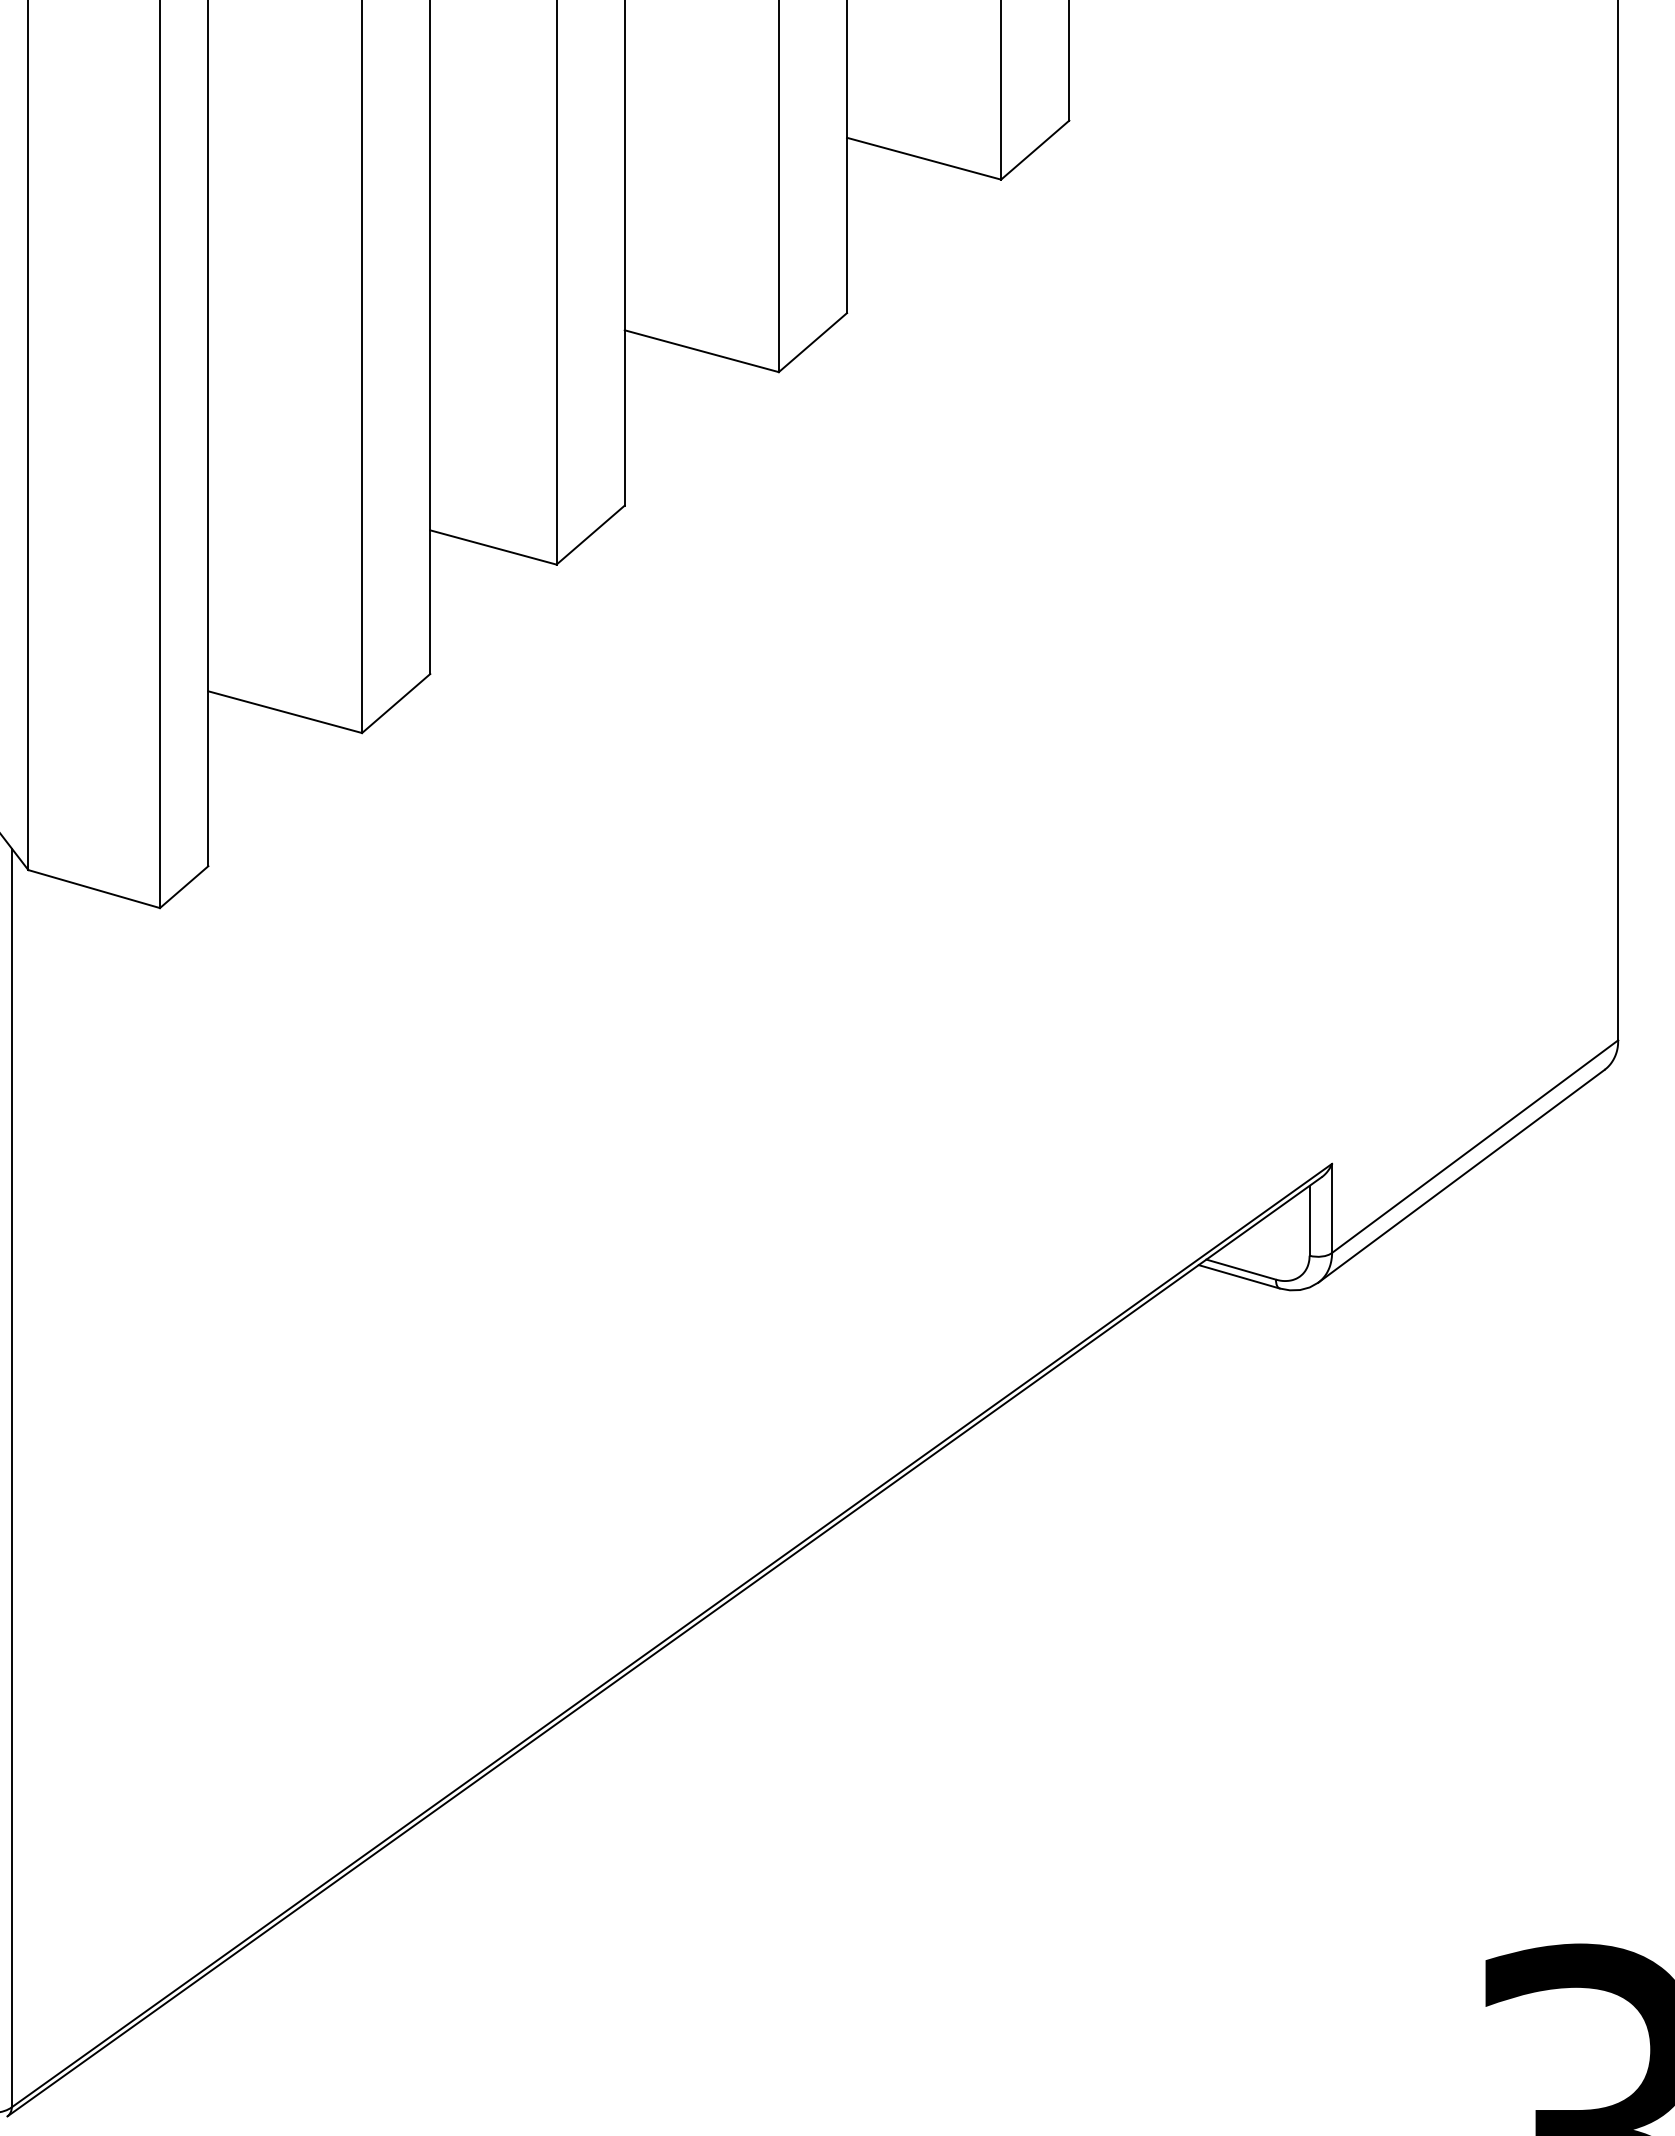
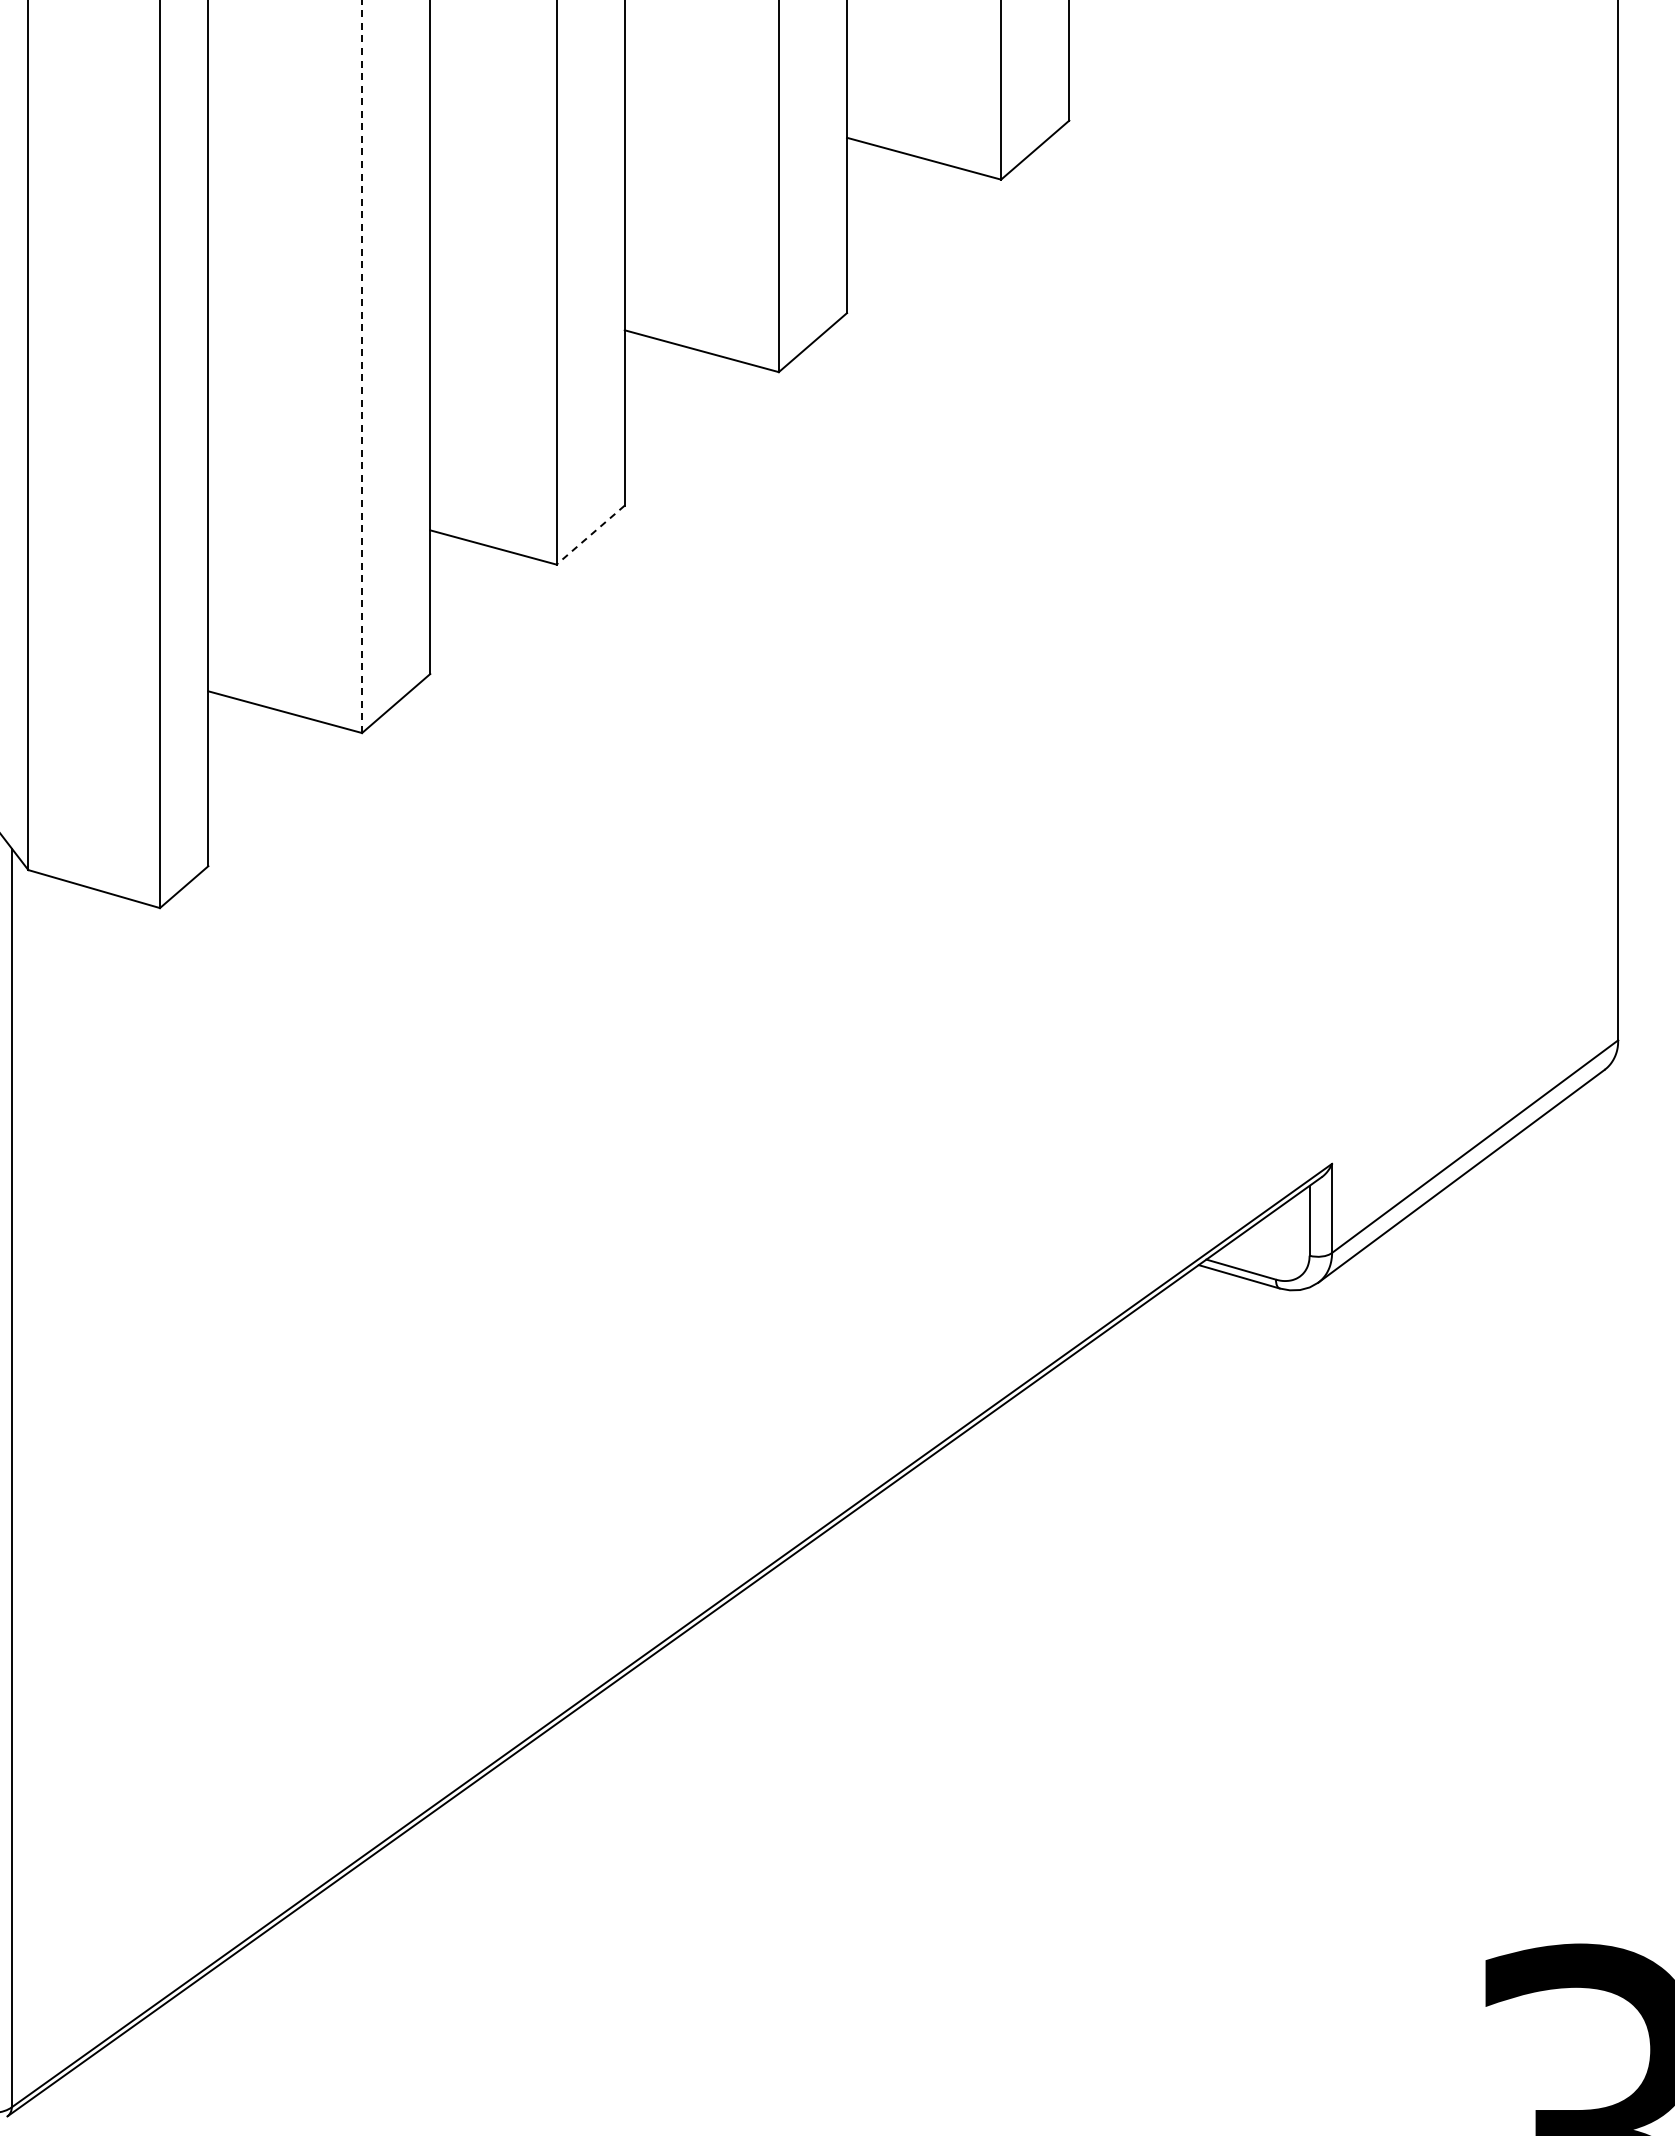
line at (362, 366): solid -> dashed
line at (590, 535): solid -> dashed
